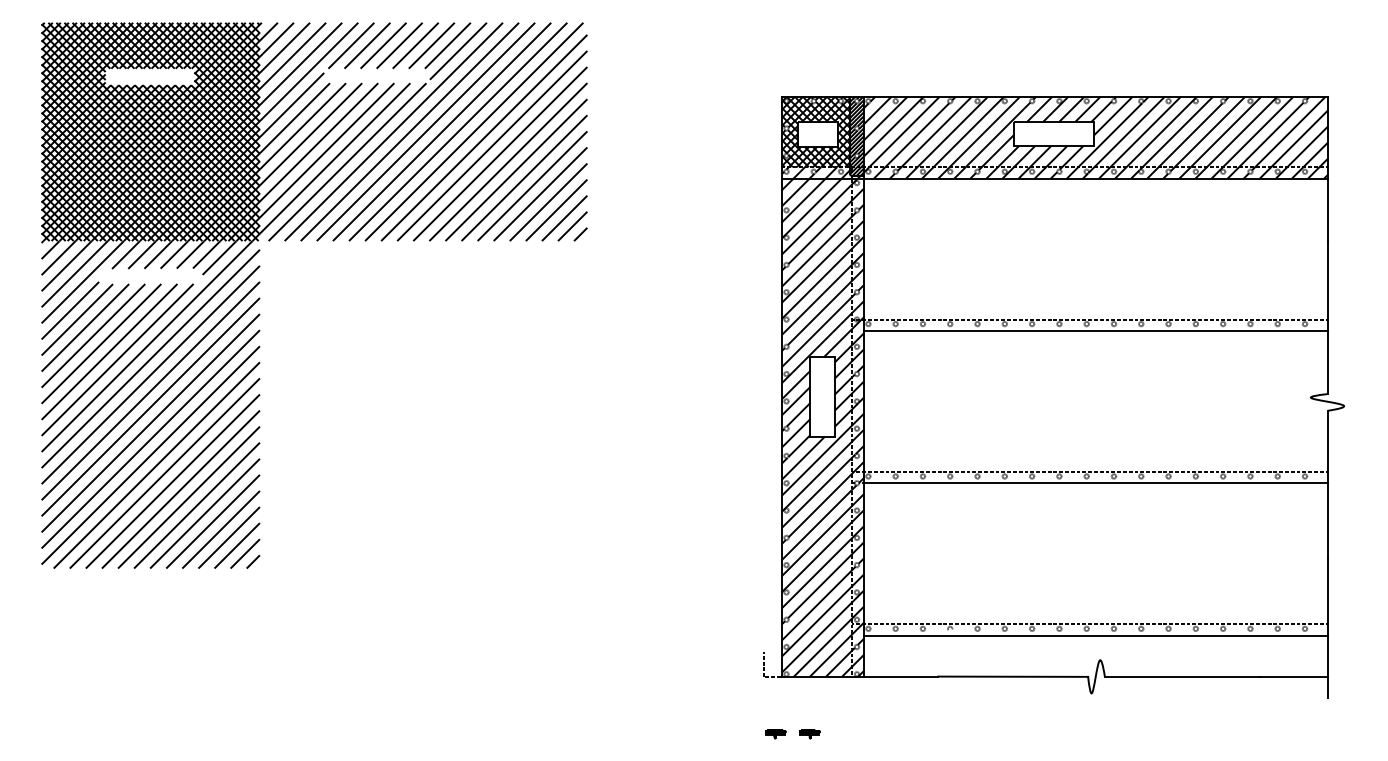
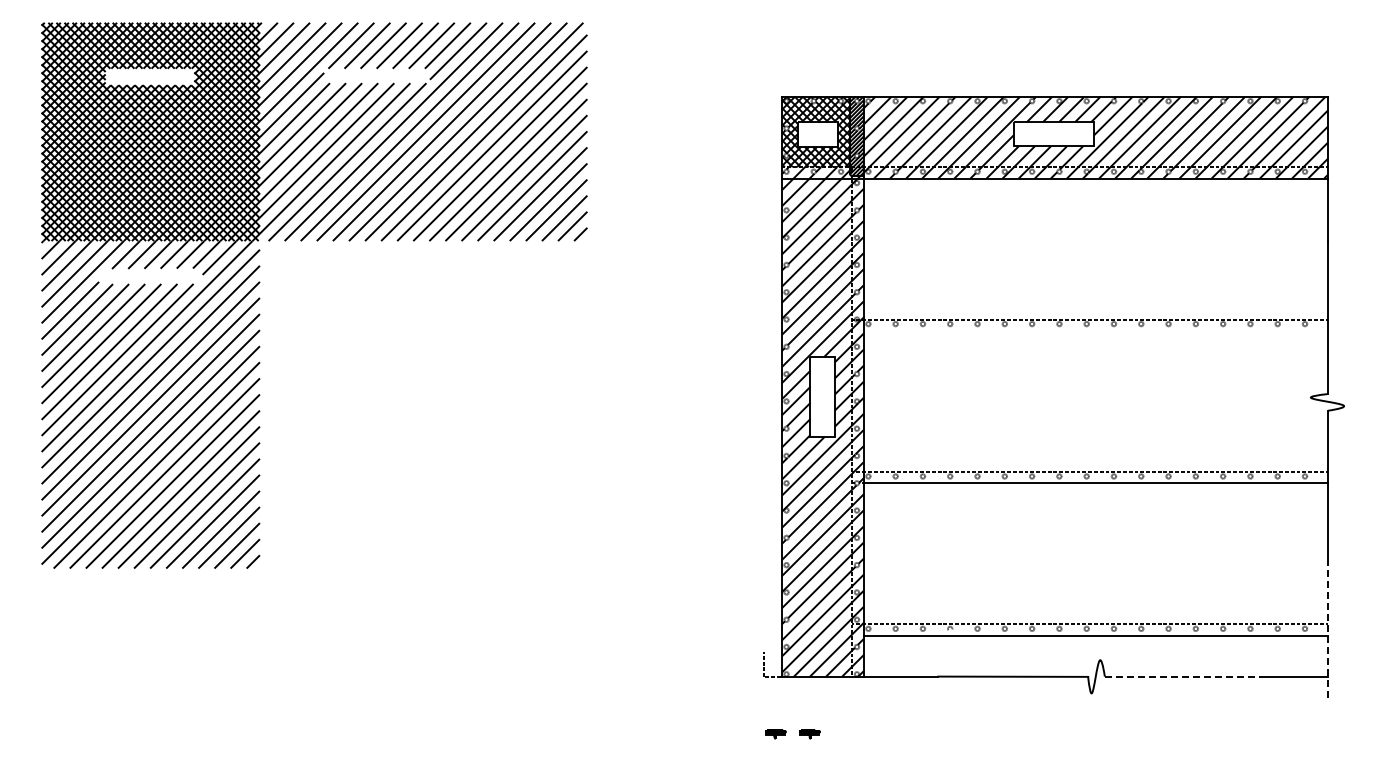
line at (1095, 330): present -> none
line at (1327, 627): solid -> dashed
line at (1182, 676): solid -> dashed
